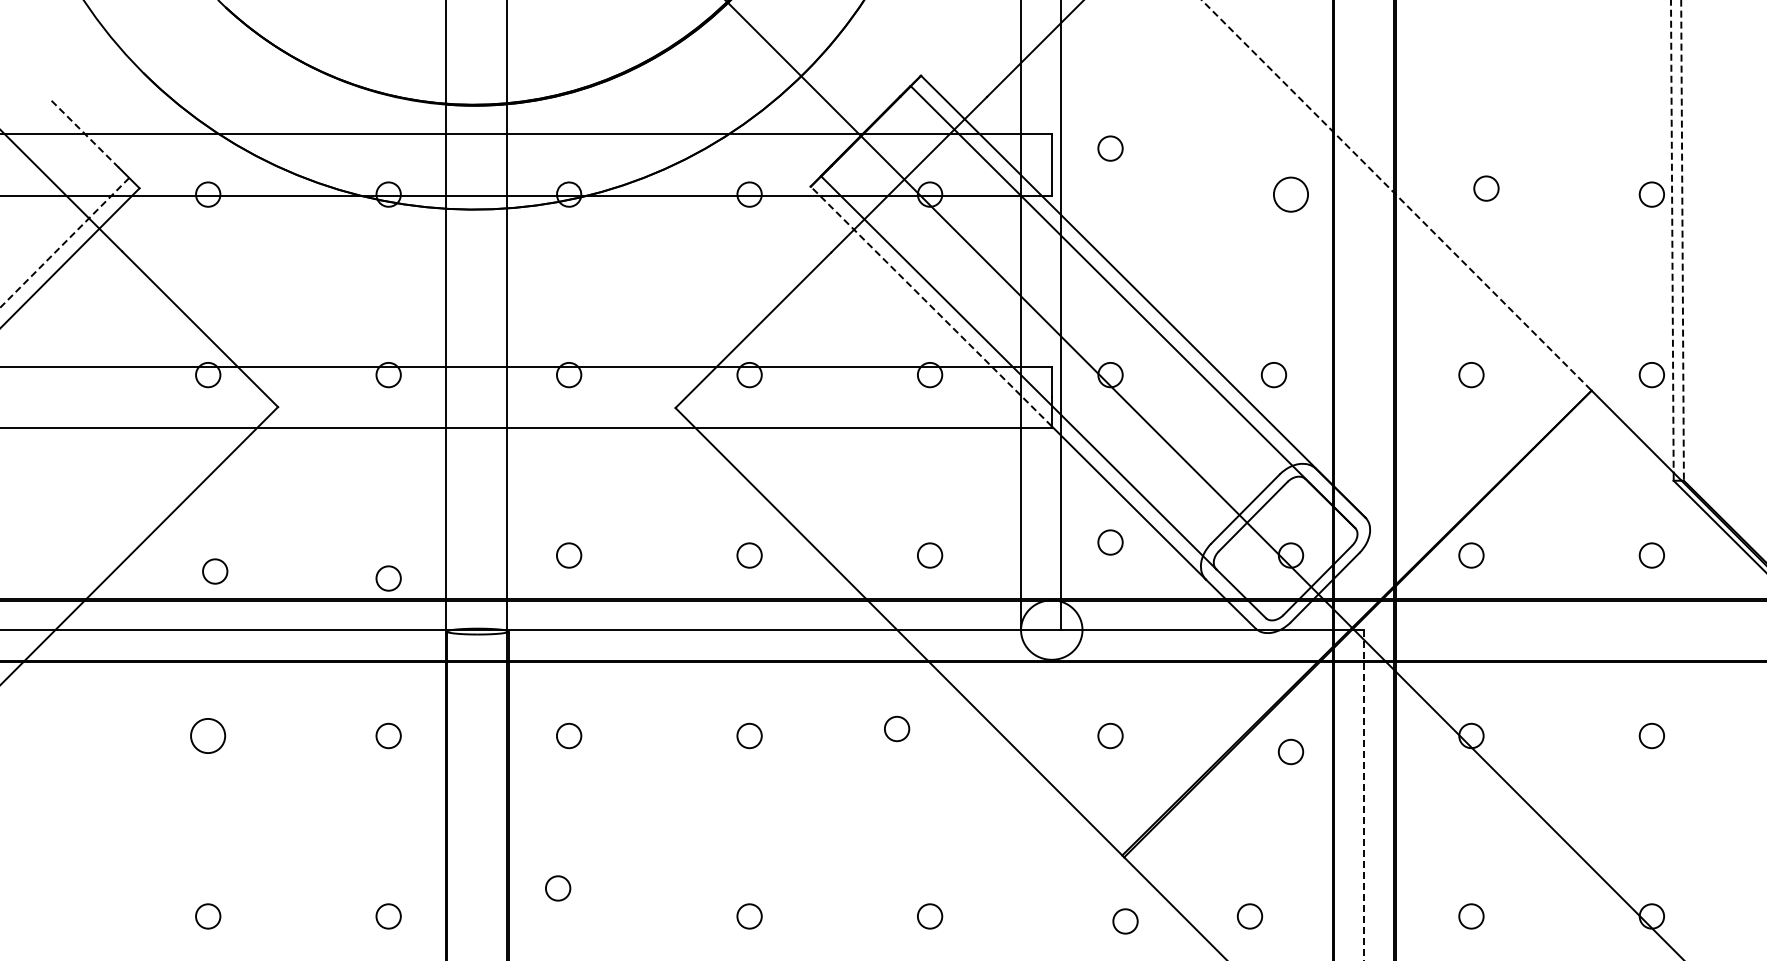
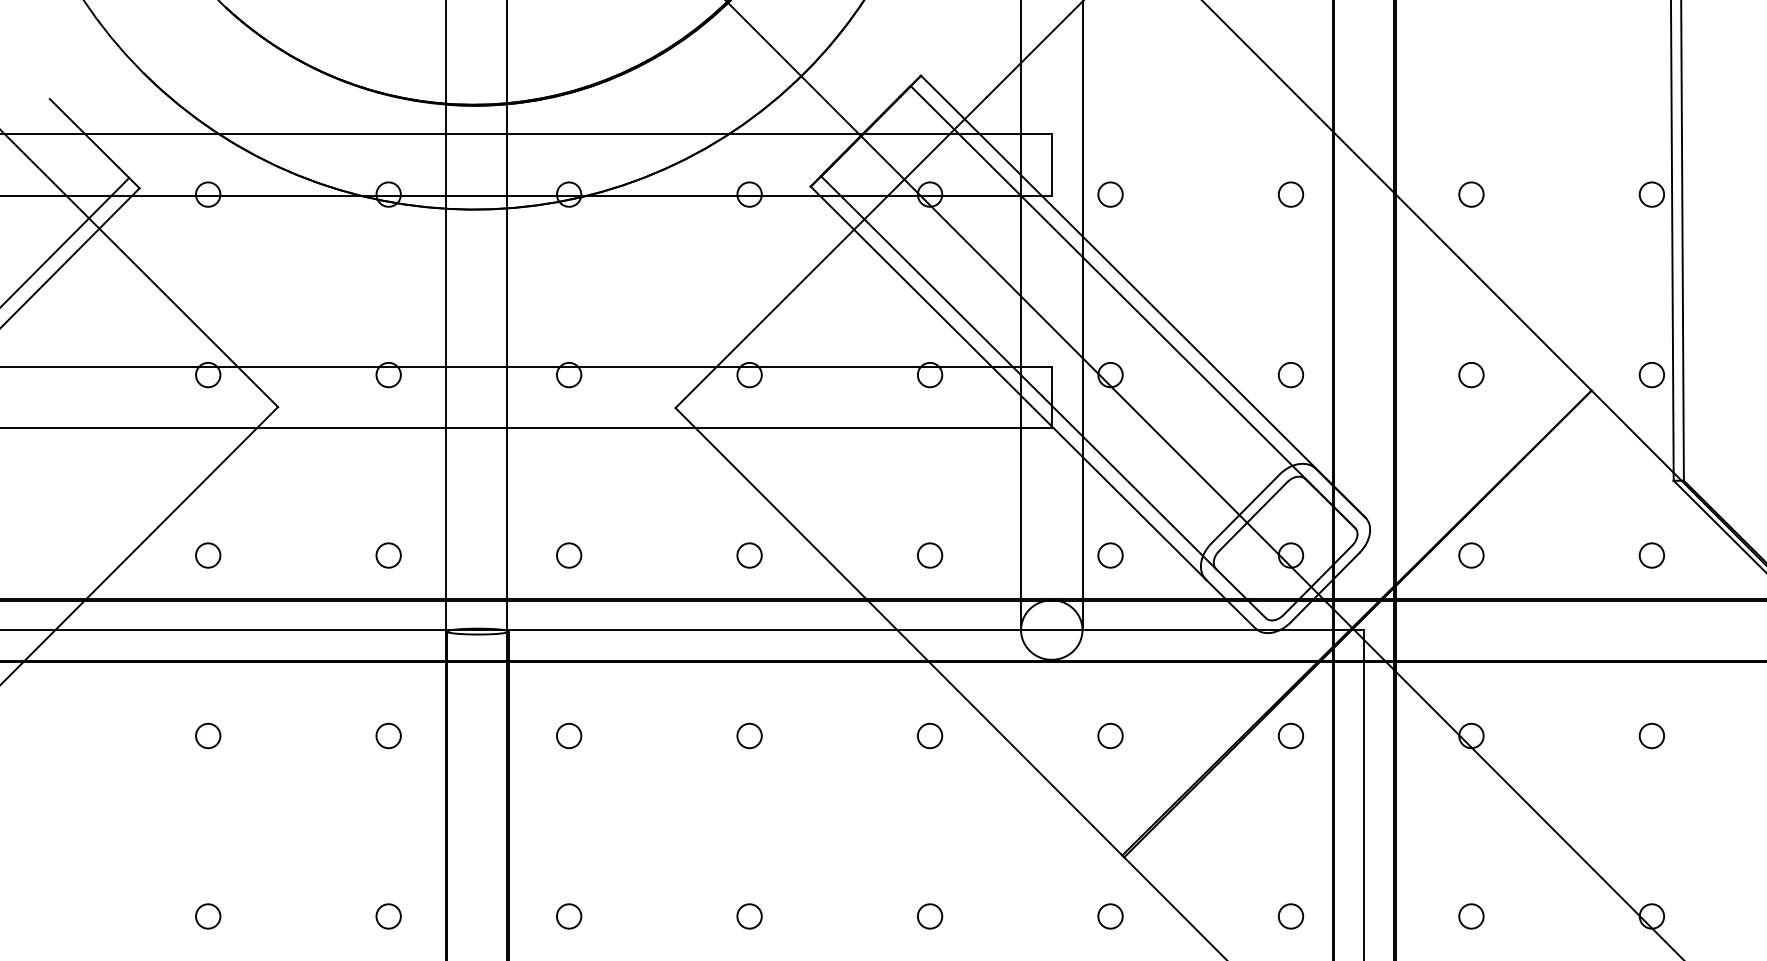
line at (84, 133): dashed -> solid
circle at (1110, 148) position: (1110, 148) -> (1110, 194)
circle at (1486, 188) position: (1486, 188) -> (1471, 194)
circle at (1290, 194) size: 36x37 px -> 28x27 px
line at (1396, 195): dashed -> solid
line at (1672, 236): dashed -> solid
line at (1682, 240): dashed -> solid
line at (64, 243): dashed -> solid
line at (930, 306): dashed -> solid
line at (1060, 316) position: (1060, 316) -> (1082, 316)
circle at (1273, 375) position: (1273, 375) -> (1290, 375)
circle at (1110, 542) position: (1110, 542) -> (1110, 555)
circle at (215, 571) position: (215, 571) -> (208, 555)
circle at (388, 578) position: (388, 578) -> (388, 555)
circle at (897, 728) position: (897, 728) -> (930, 735)
circle at (208, 735) size: 37x36 px -> 27x28 px
circle at (1290, 751) position: (1290, 751) -> (1290, 735)
line at (1363, 794): dashed -> solid
circle at (558, 888) position: (558, 888) -> (569, 916)
circle at (1249, 916) position: (1249, 916) -> (1290, 916)
circle at (1125, 921) position: (1125, 921) -> (1110, 916)
